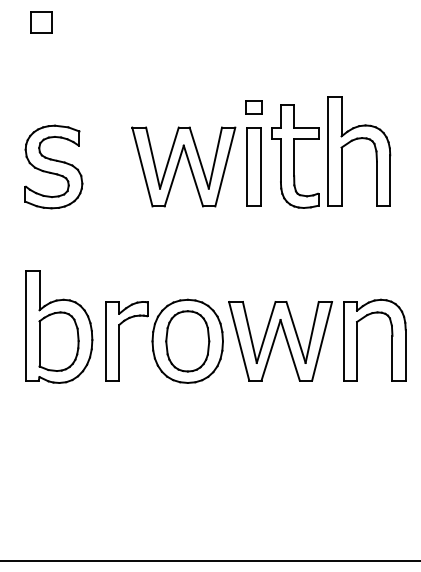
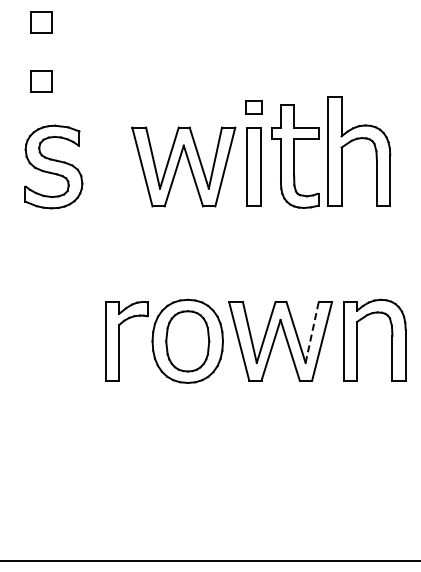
part at (41, 81): none -> present
part at (59, 326): present -> none
line at (312, 332): solid -> dashed
